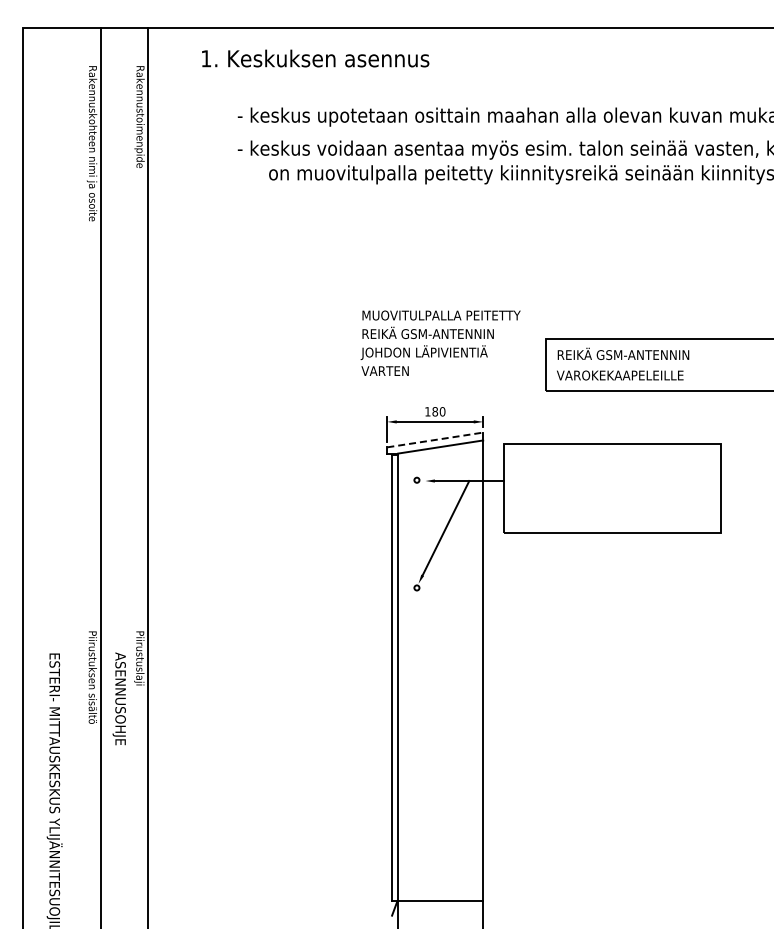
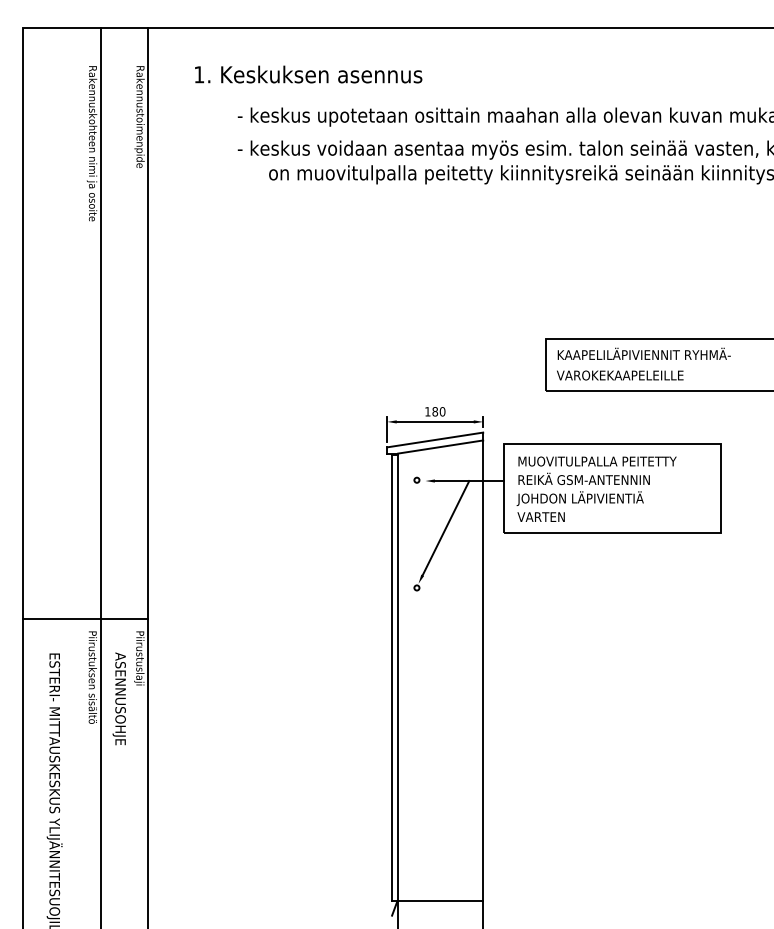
text at (315, 58) position: (315, 58) -> (308, 74)
text at (440, 342) position: (440, 342) -> (596, 488)
text at (644, 353): REIKÄ GSM-ANTENNIN -> KAAPELILÄPIVIENNIT RYHMÄ-
line at (435, 439): dashed -> solid
line at (85, 618): none -> present
